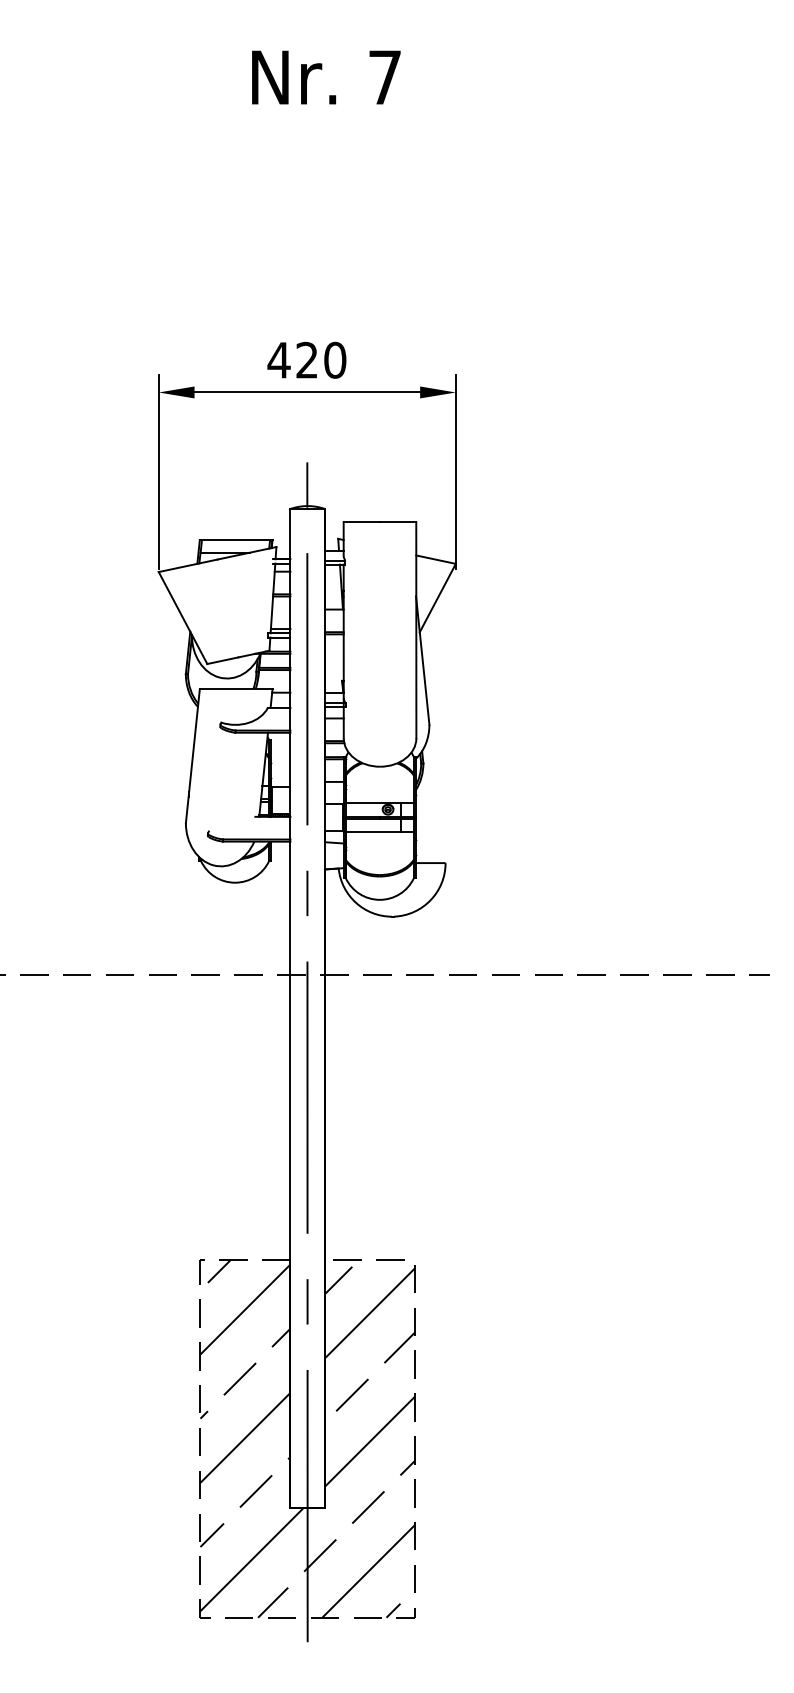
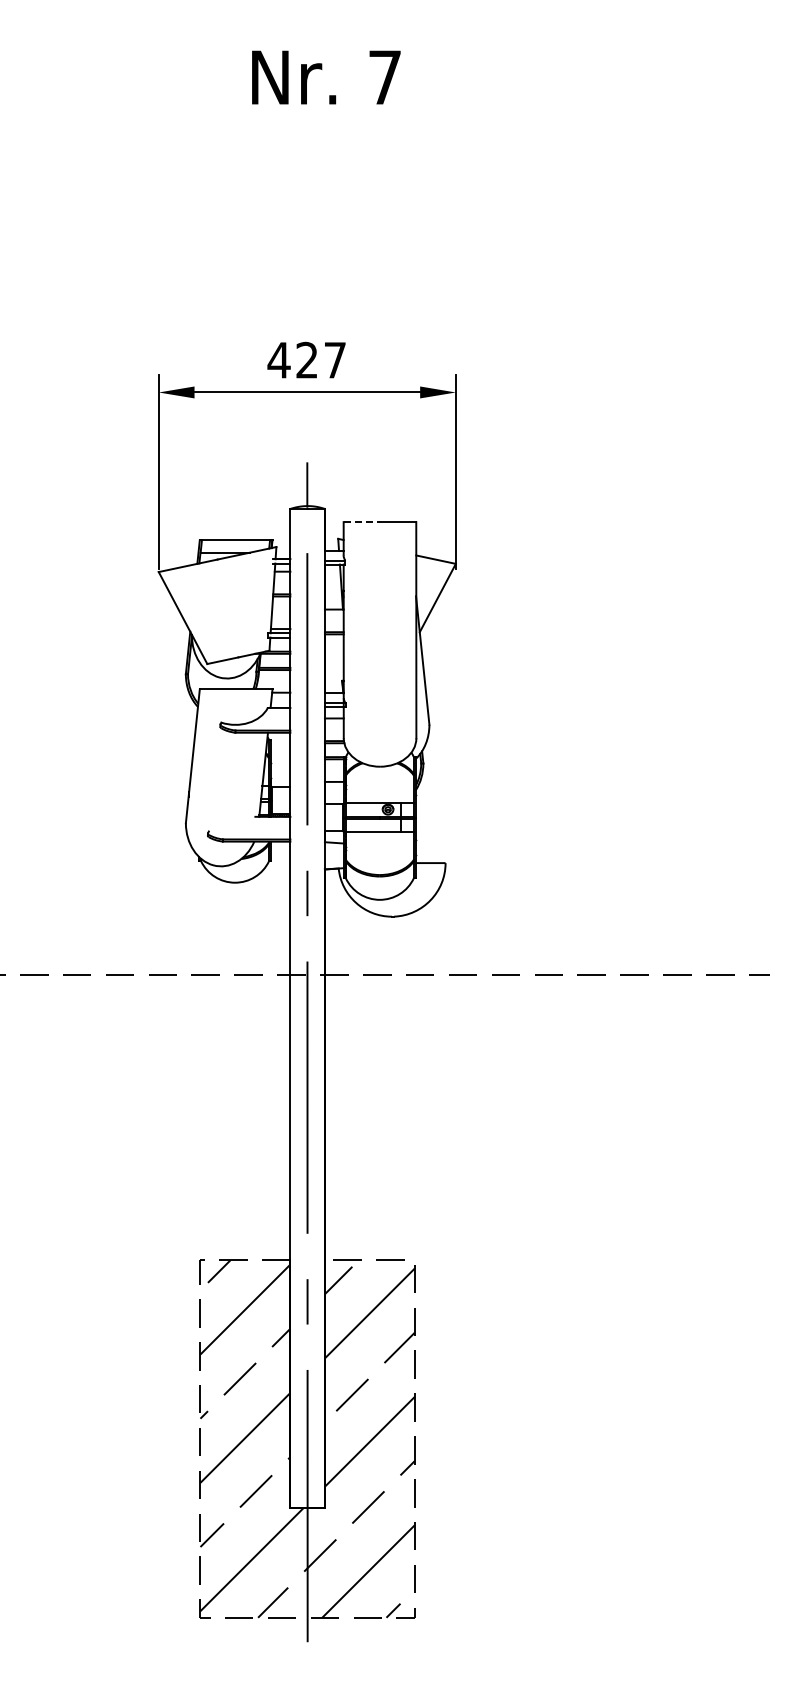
text at (335, 359): 420 -> 427
line at (362, 522): solid -> dashed
